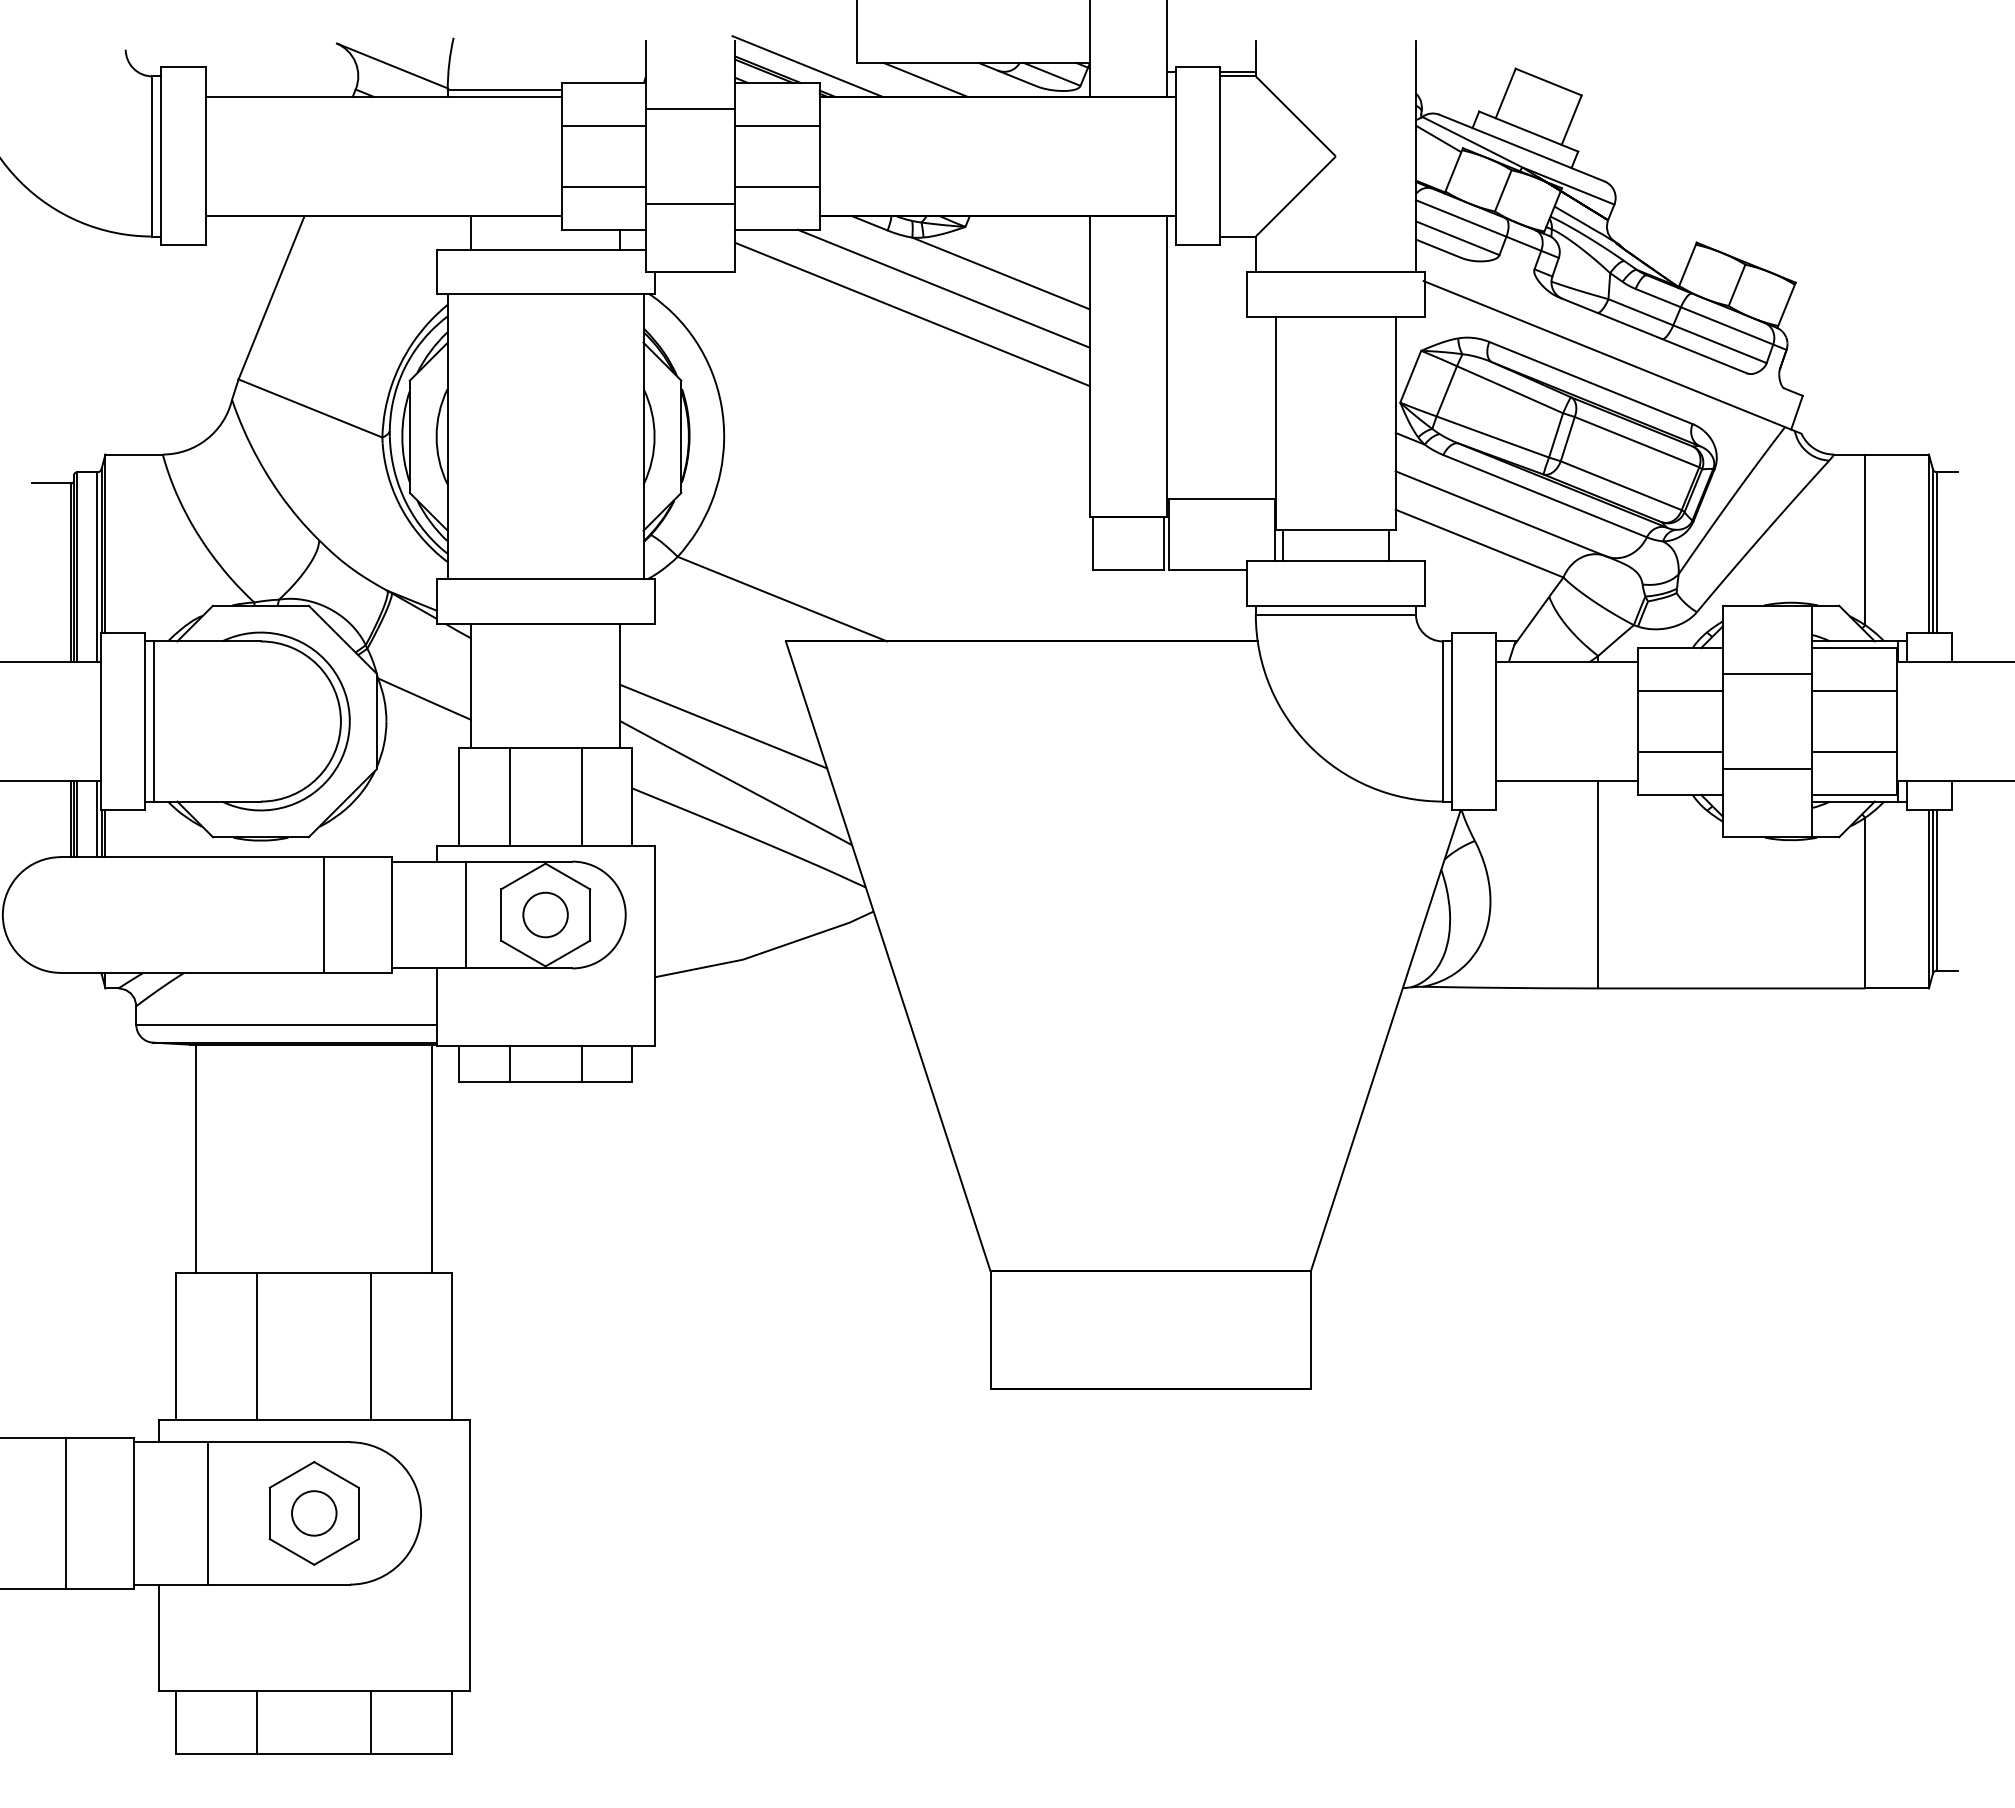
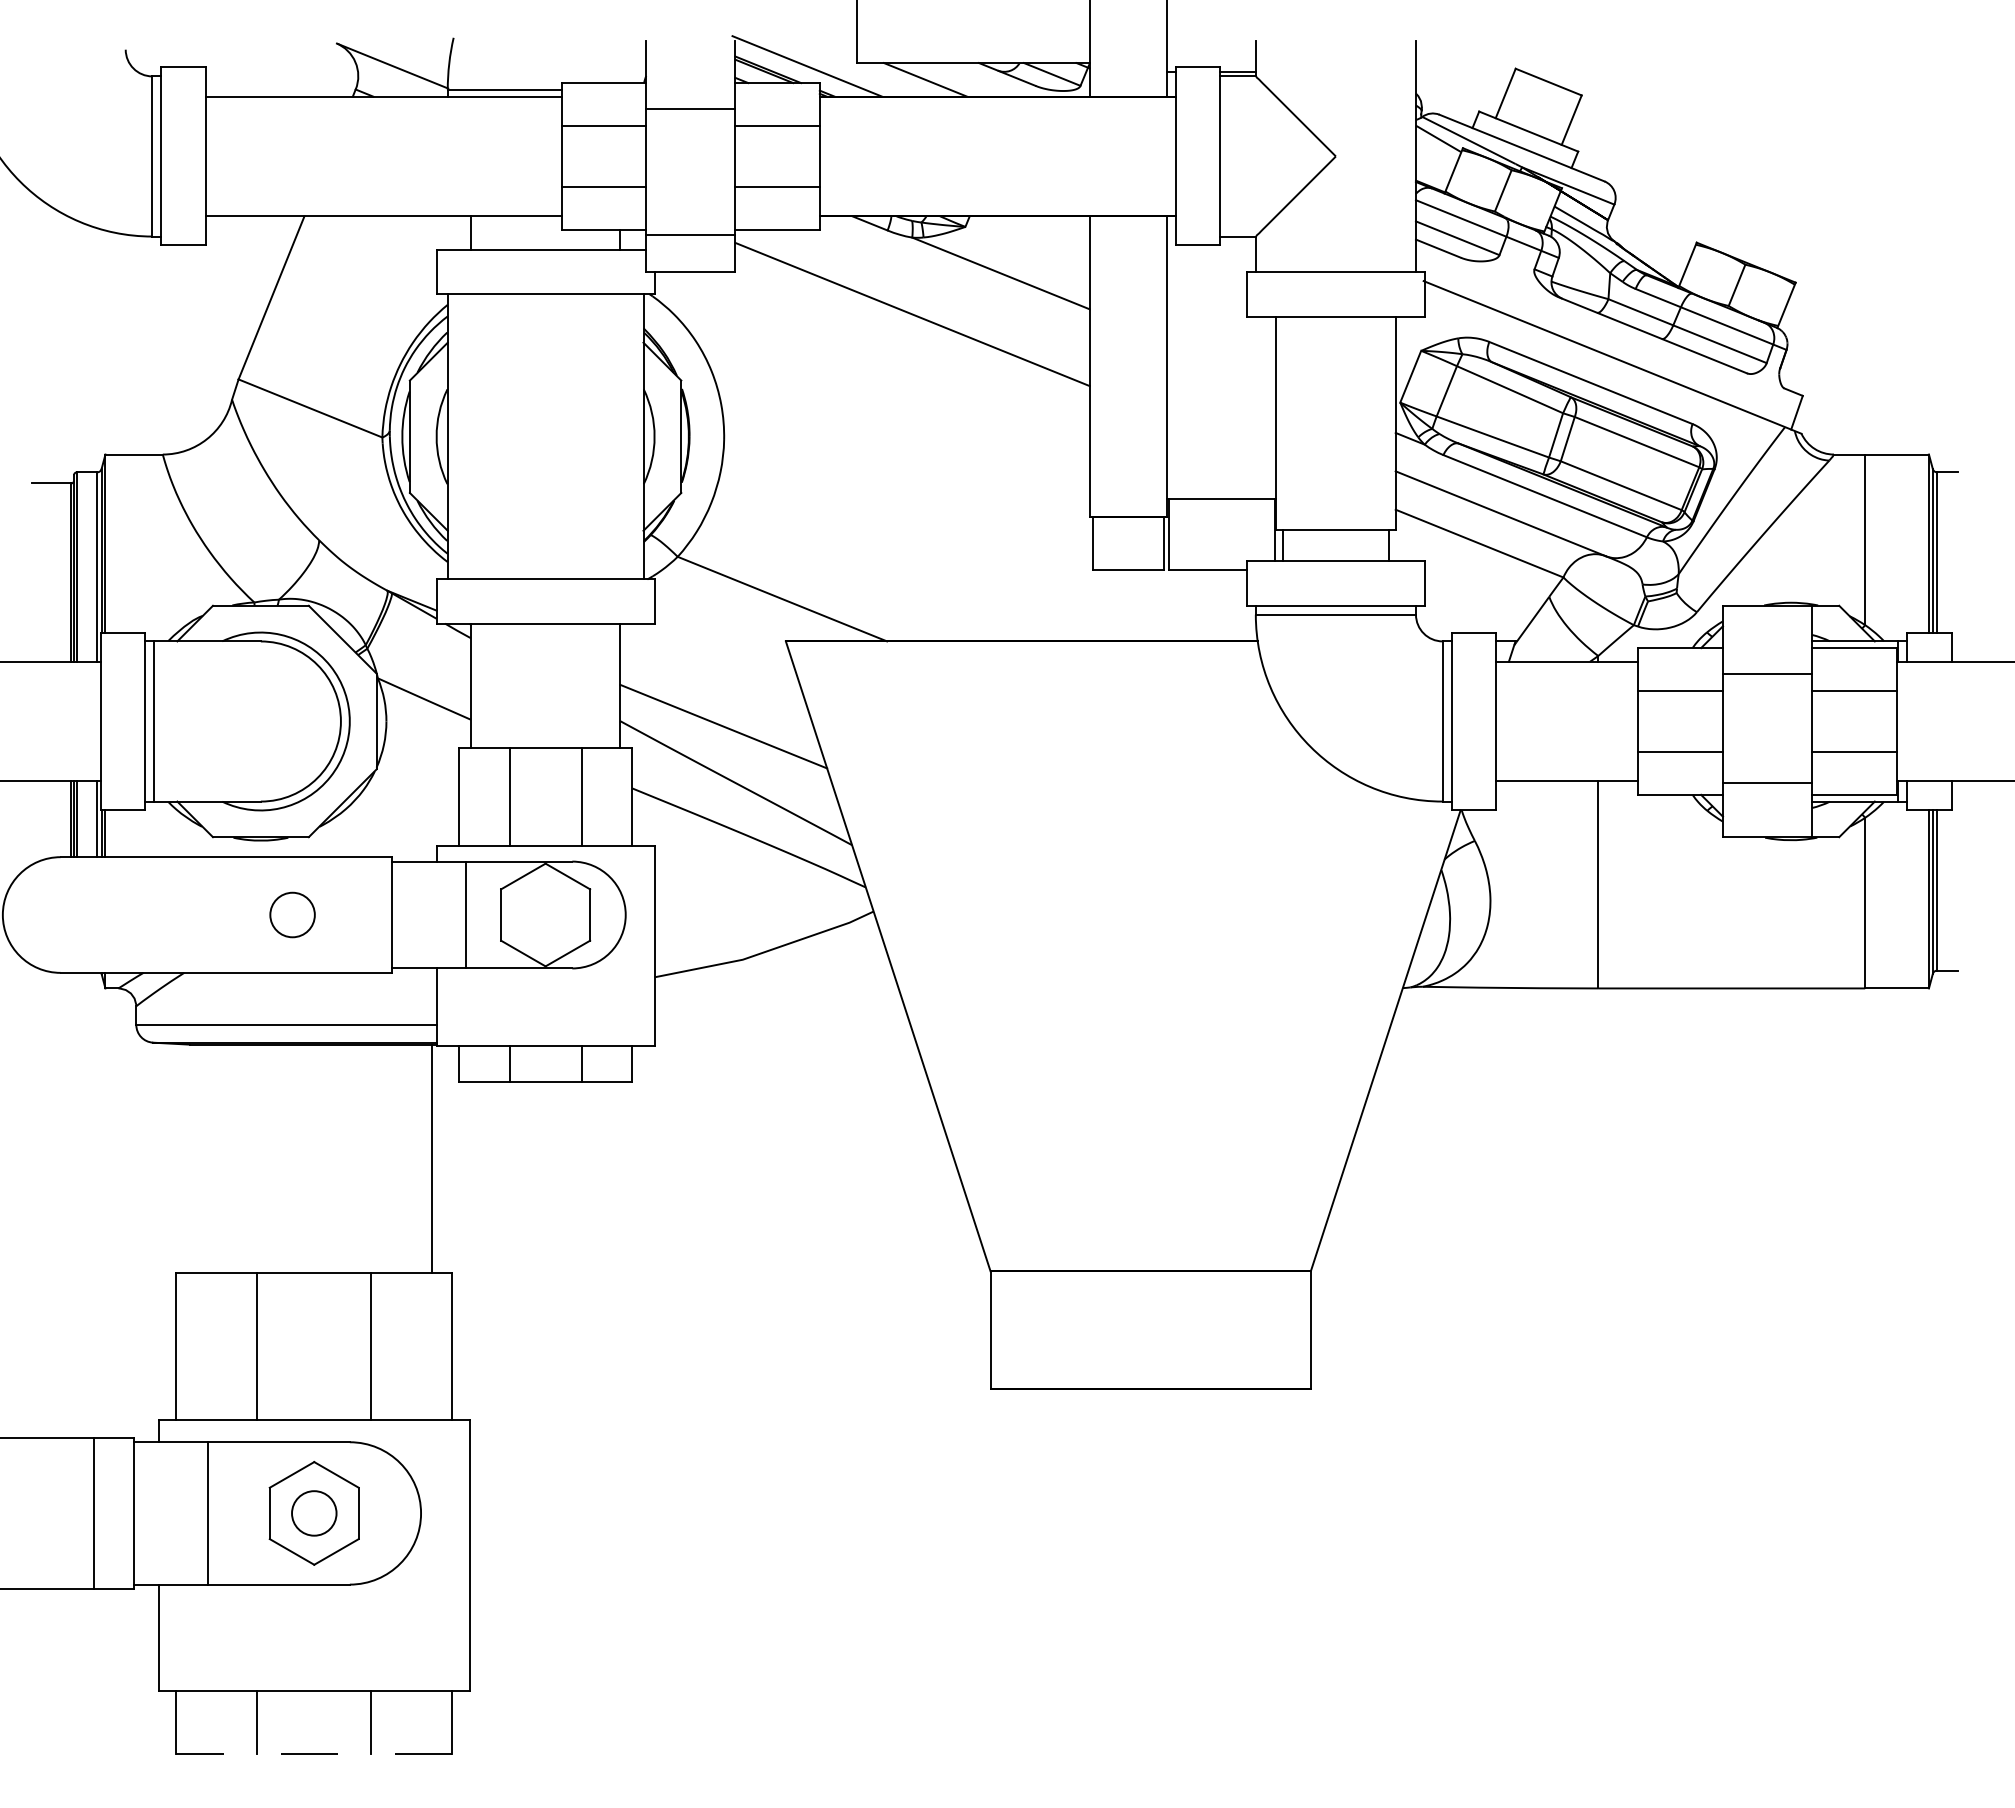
line at (690, 204) position: (690, 204) -> (690, 235)
line at (943, 288): present -> none
line at (1766, 769) position: (1766, 769) -> (1766, 783)
line at (324, 914): present -> none
circle at (545, 914) position: (545, 914) -> (292, 914)
line at (196, 1158): present -> none
line at (66, 1513) position: (66, 1513) -> (94, 1513)
line at (314, 1753): solid -> dashed
